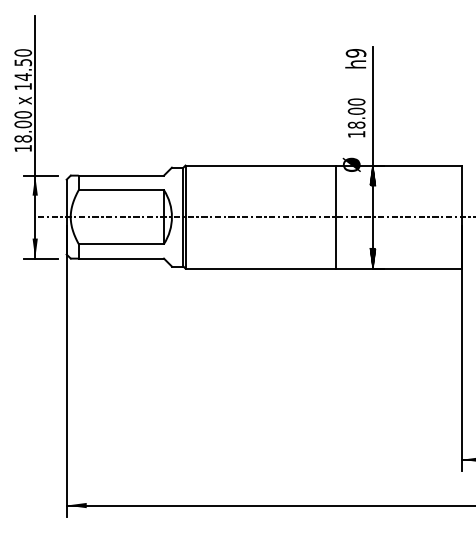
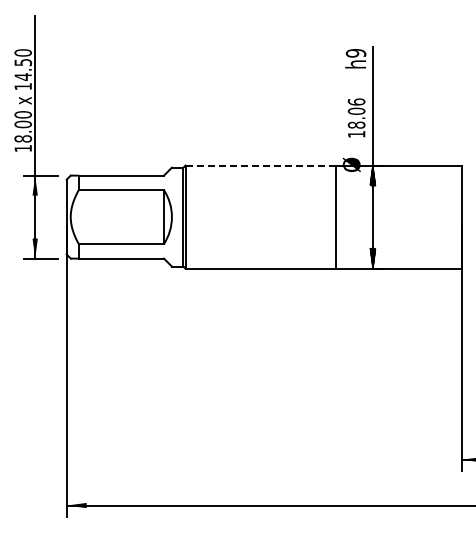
text at (356, 101): 18.00 -> 18.06
line at (260, 165): solid -> dashed
line at (255, 217): present -> none
